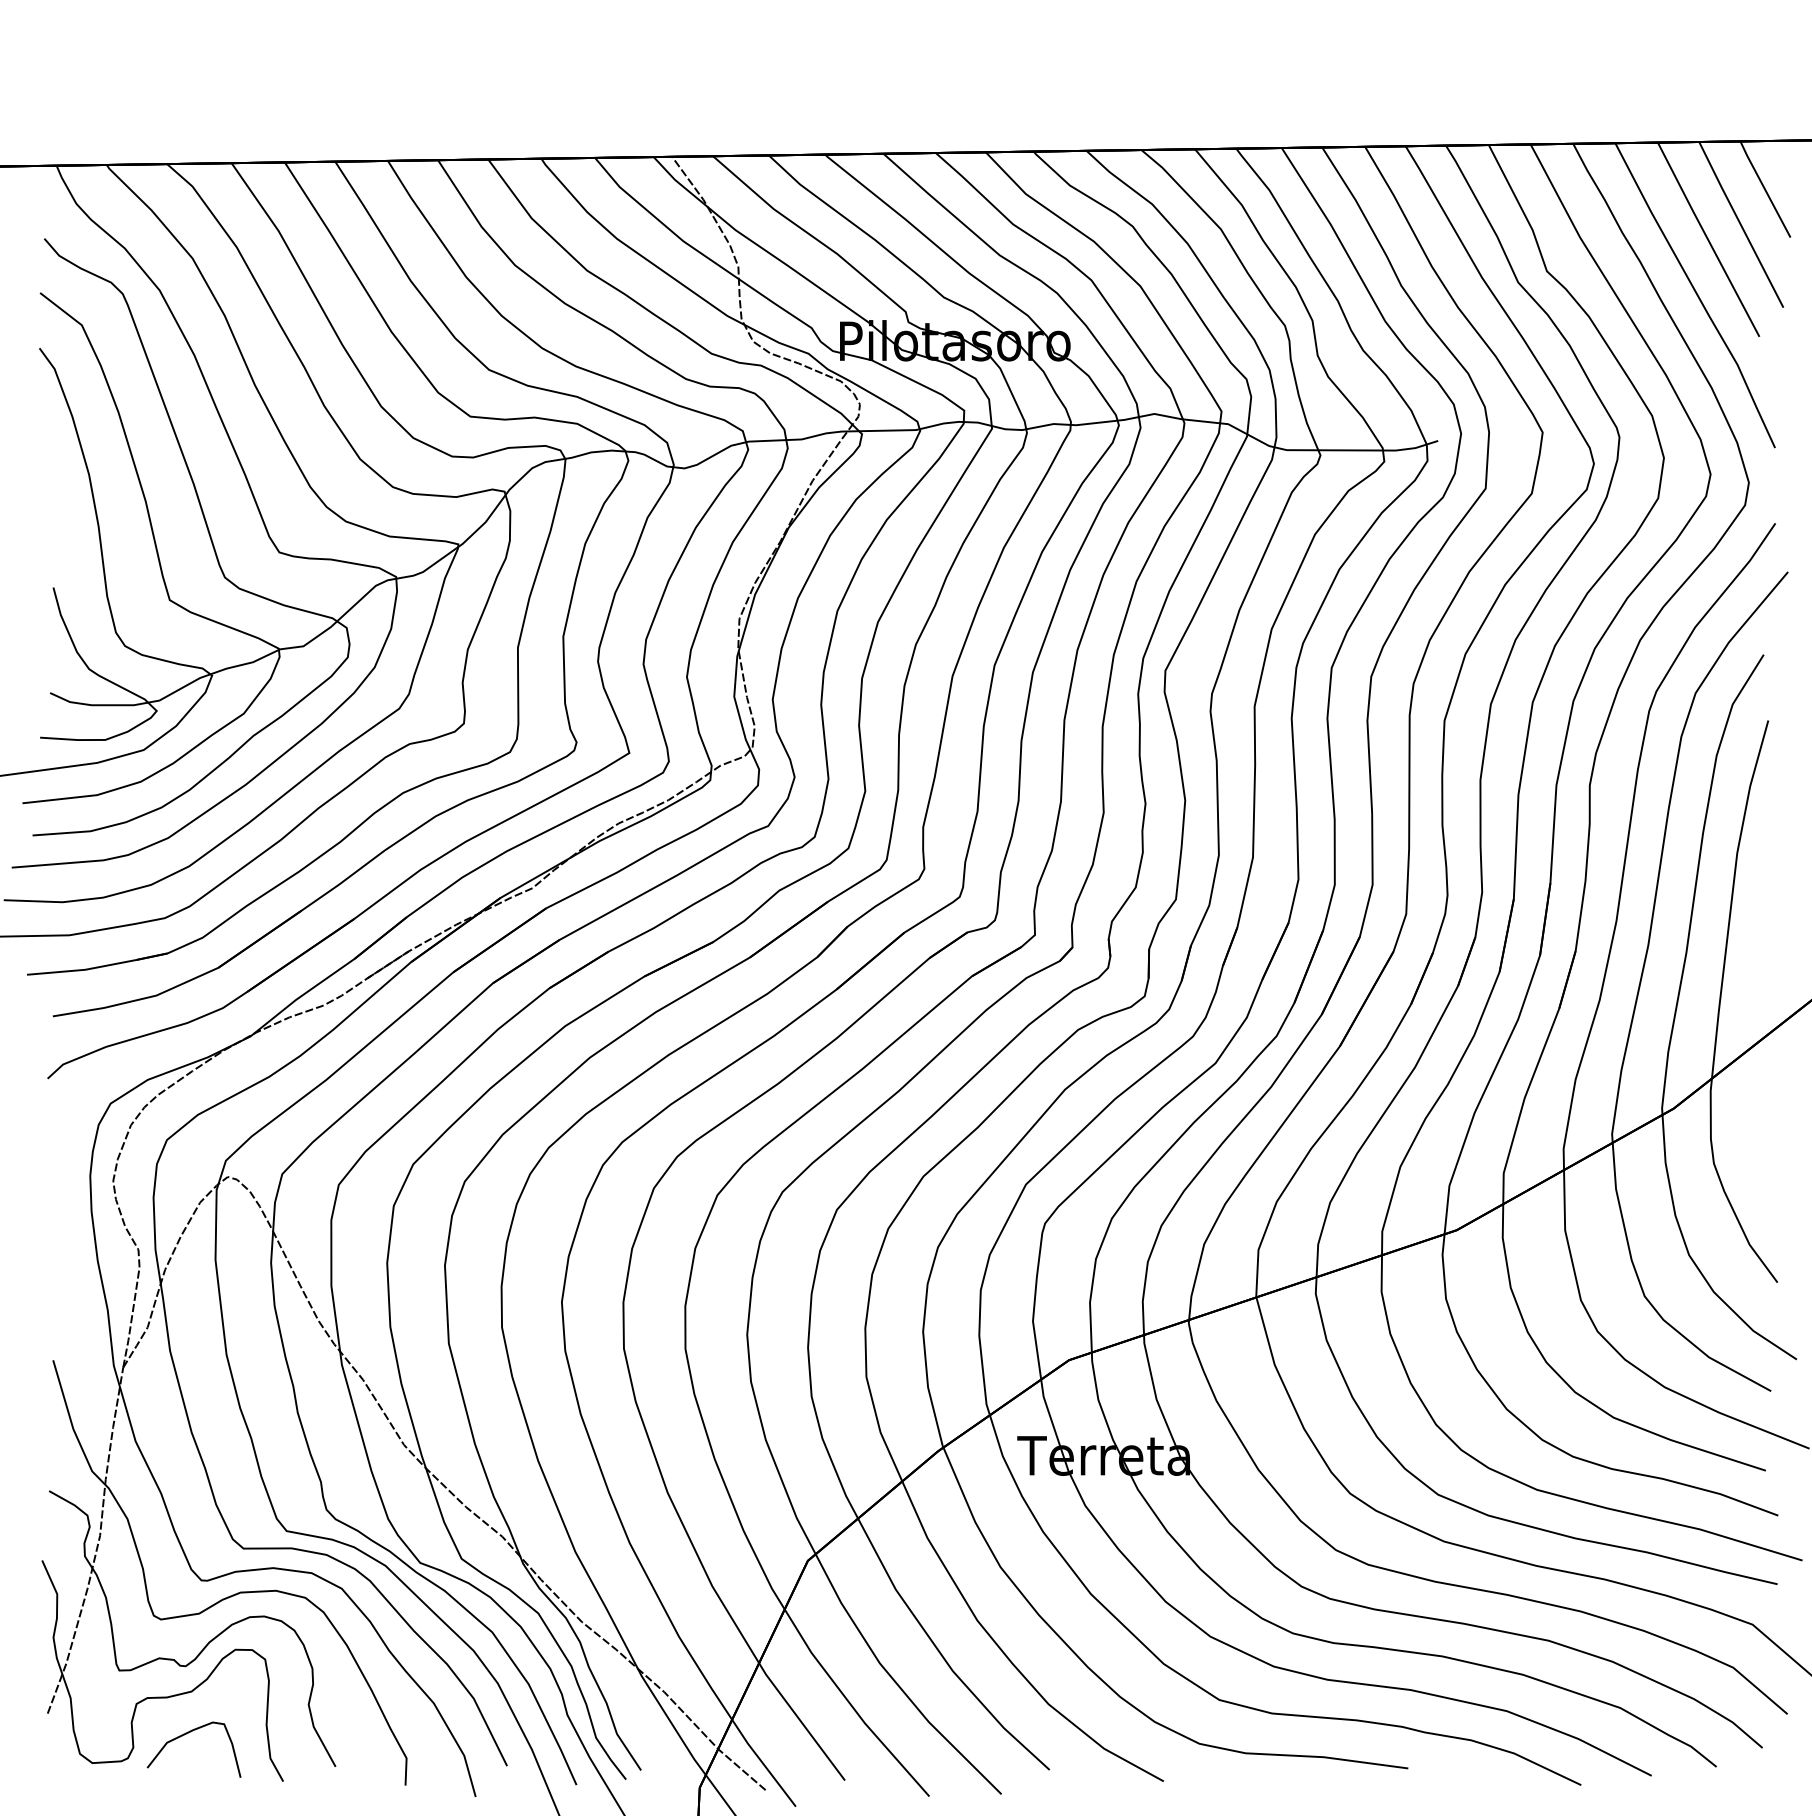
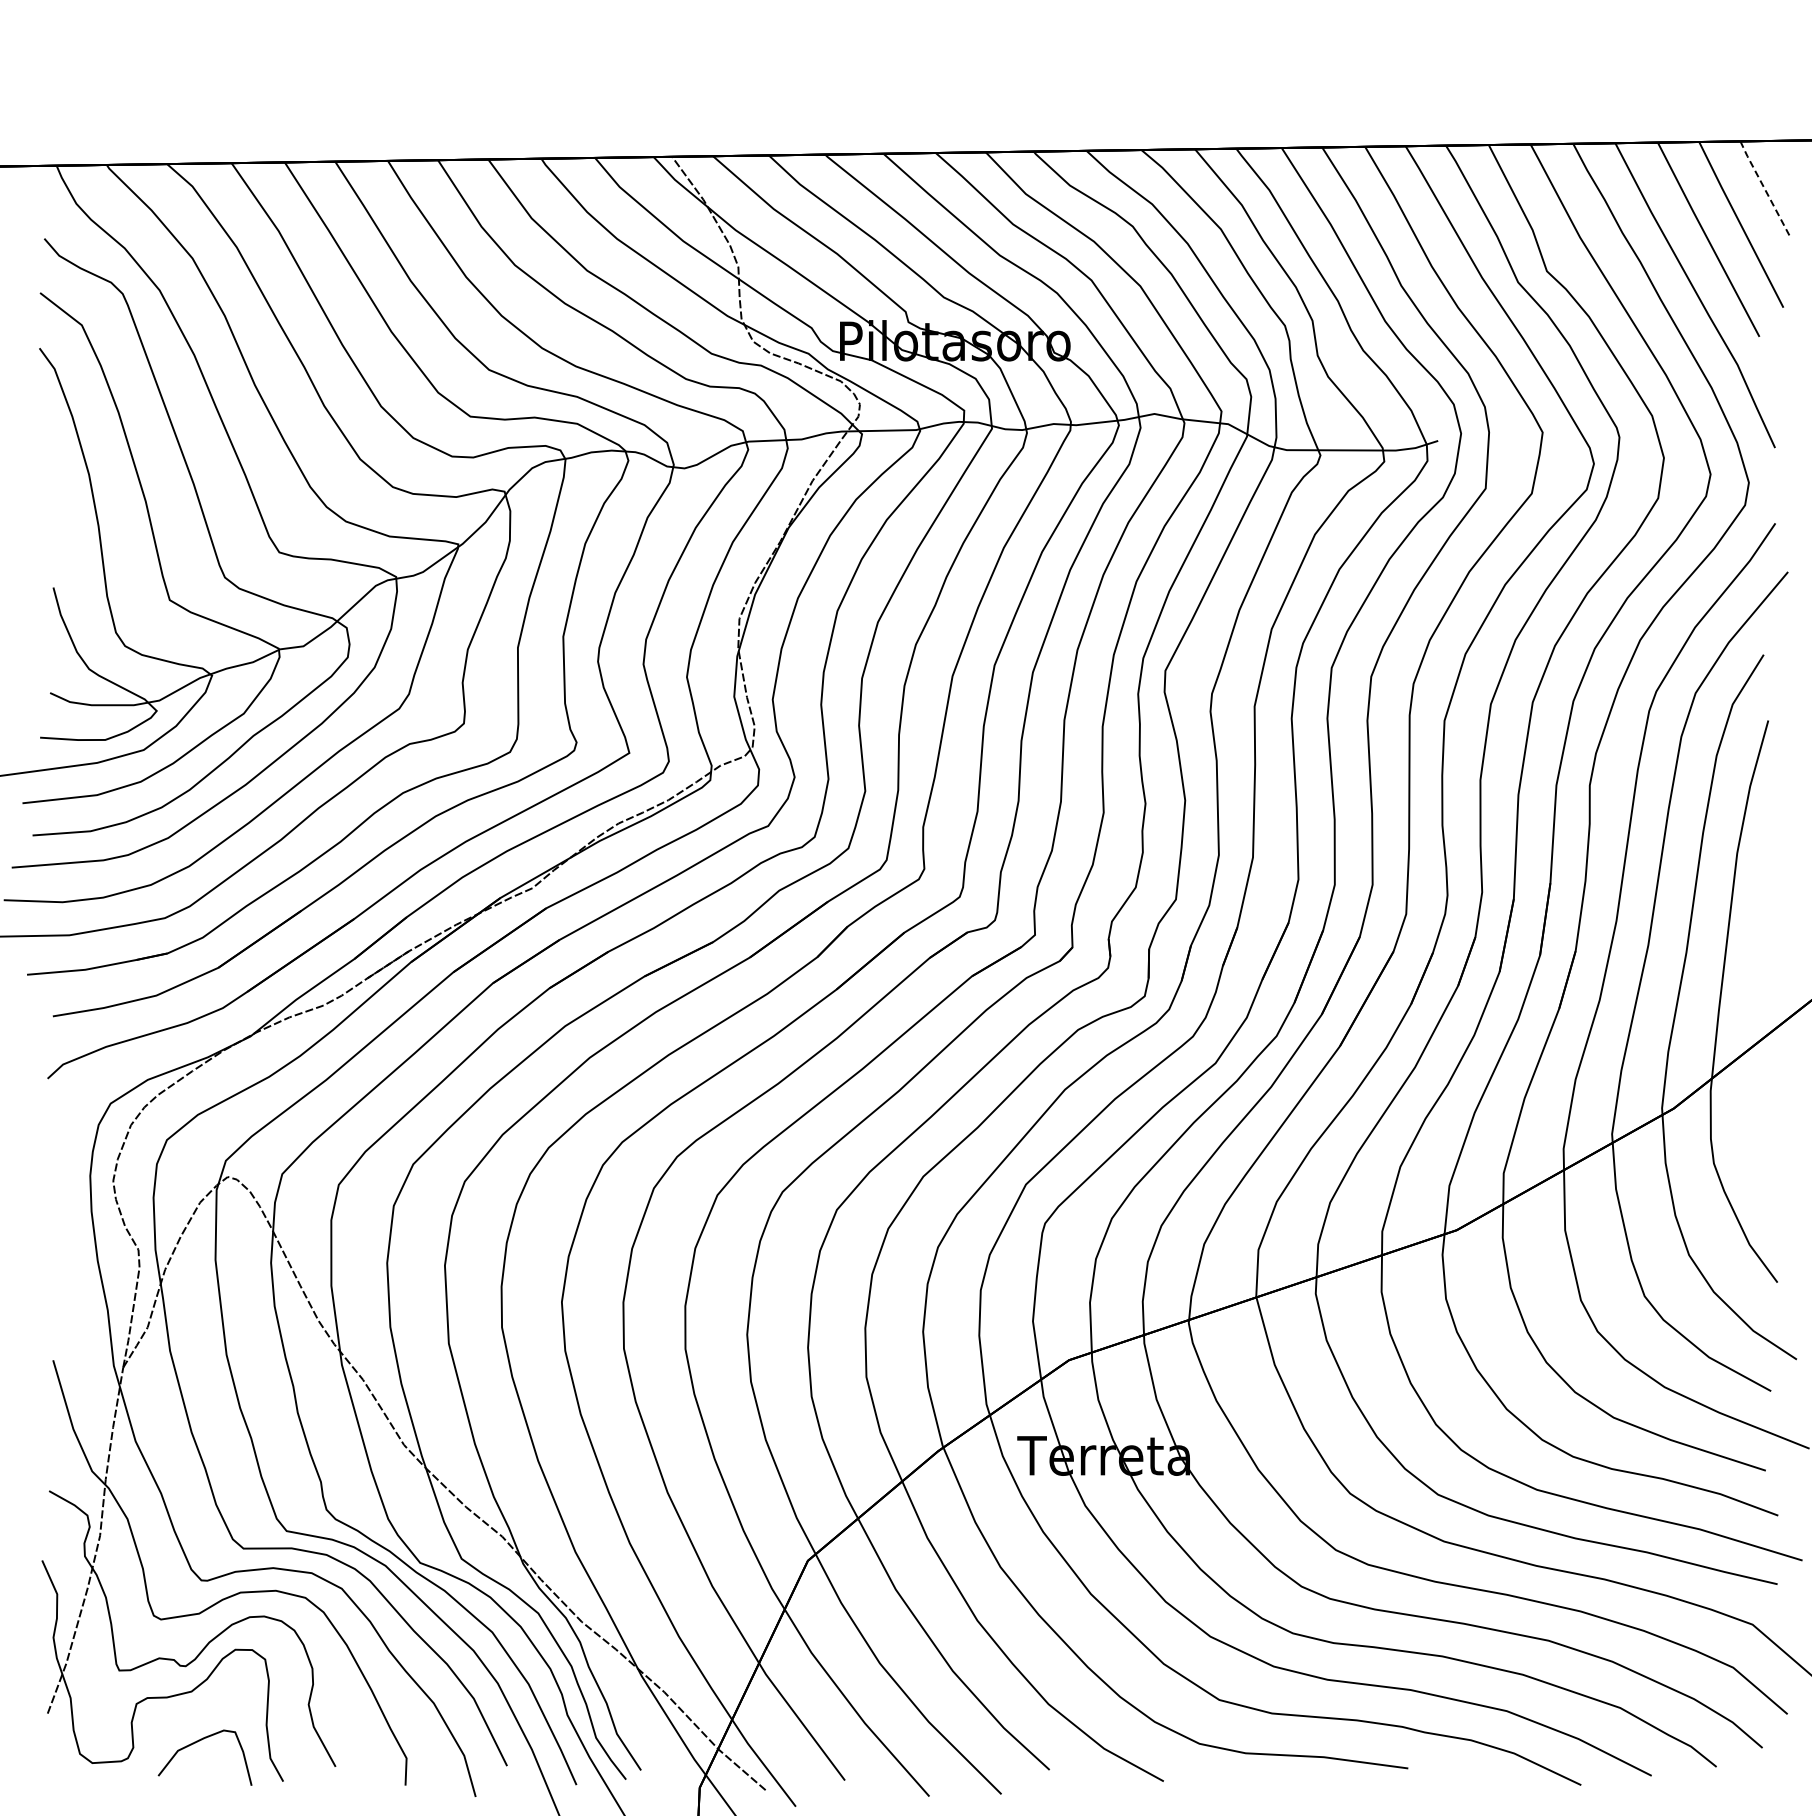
line at (1765, 189): solid -> dashed
curve at (186, 1734) position: (186, 1734) -> (197, 1742)
